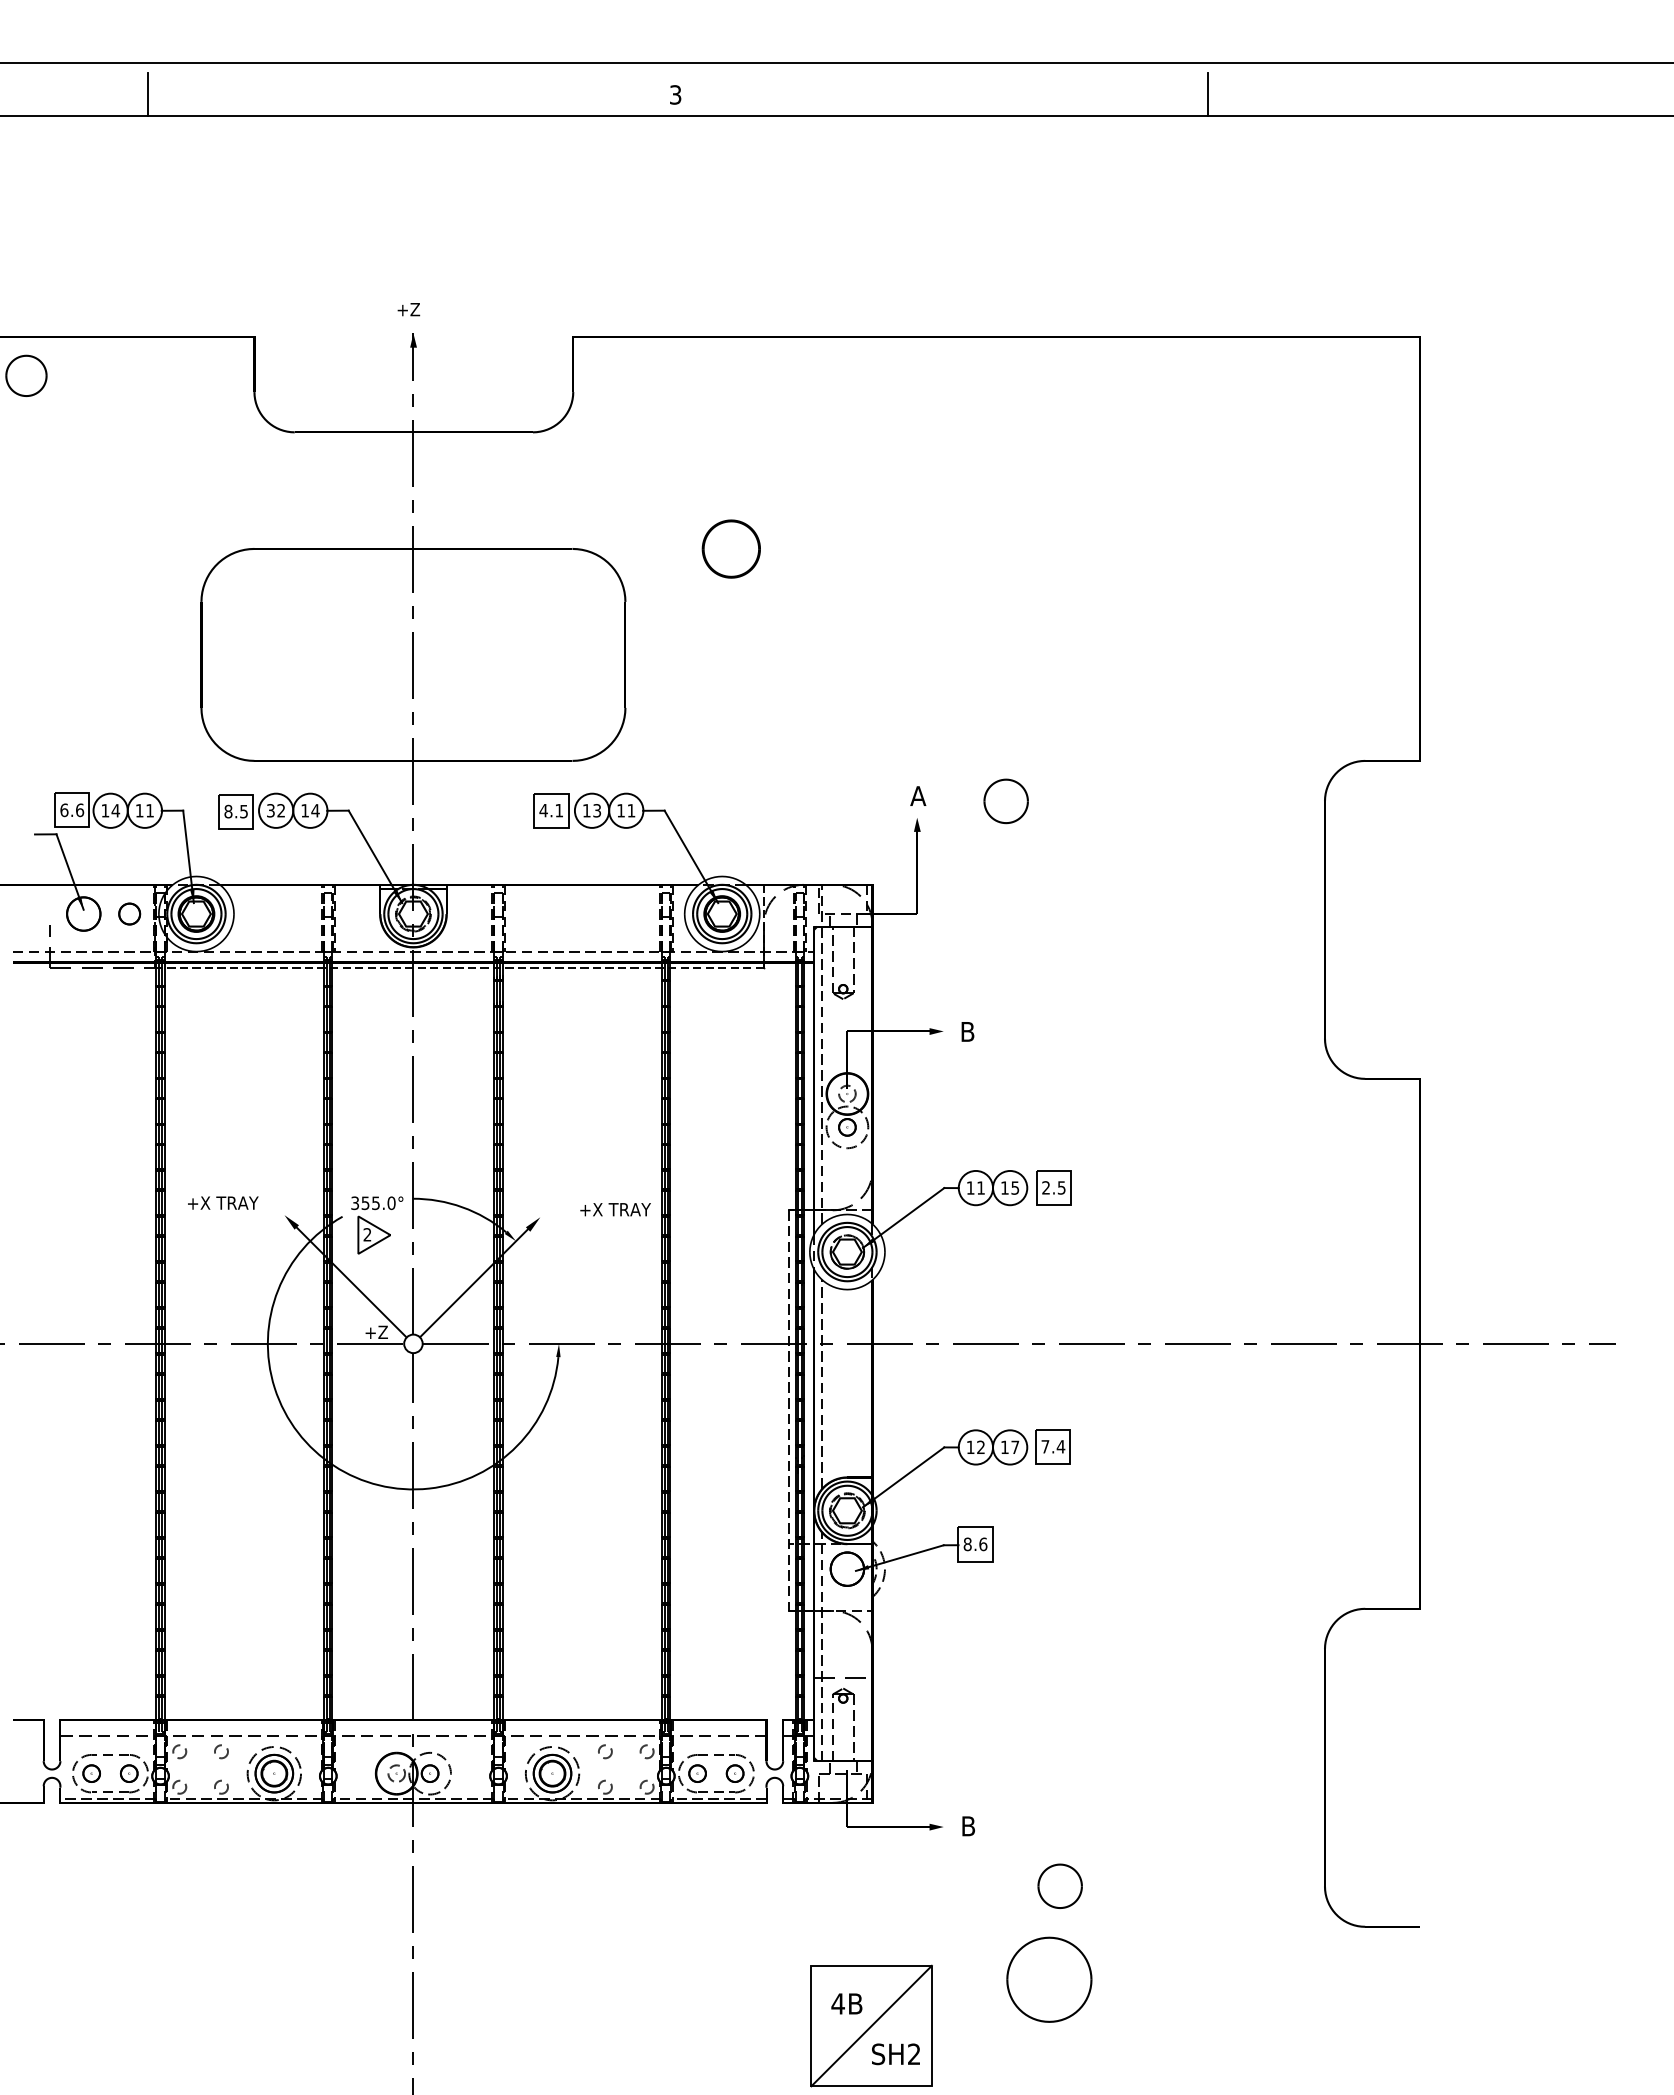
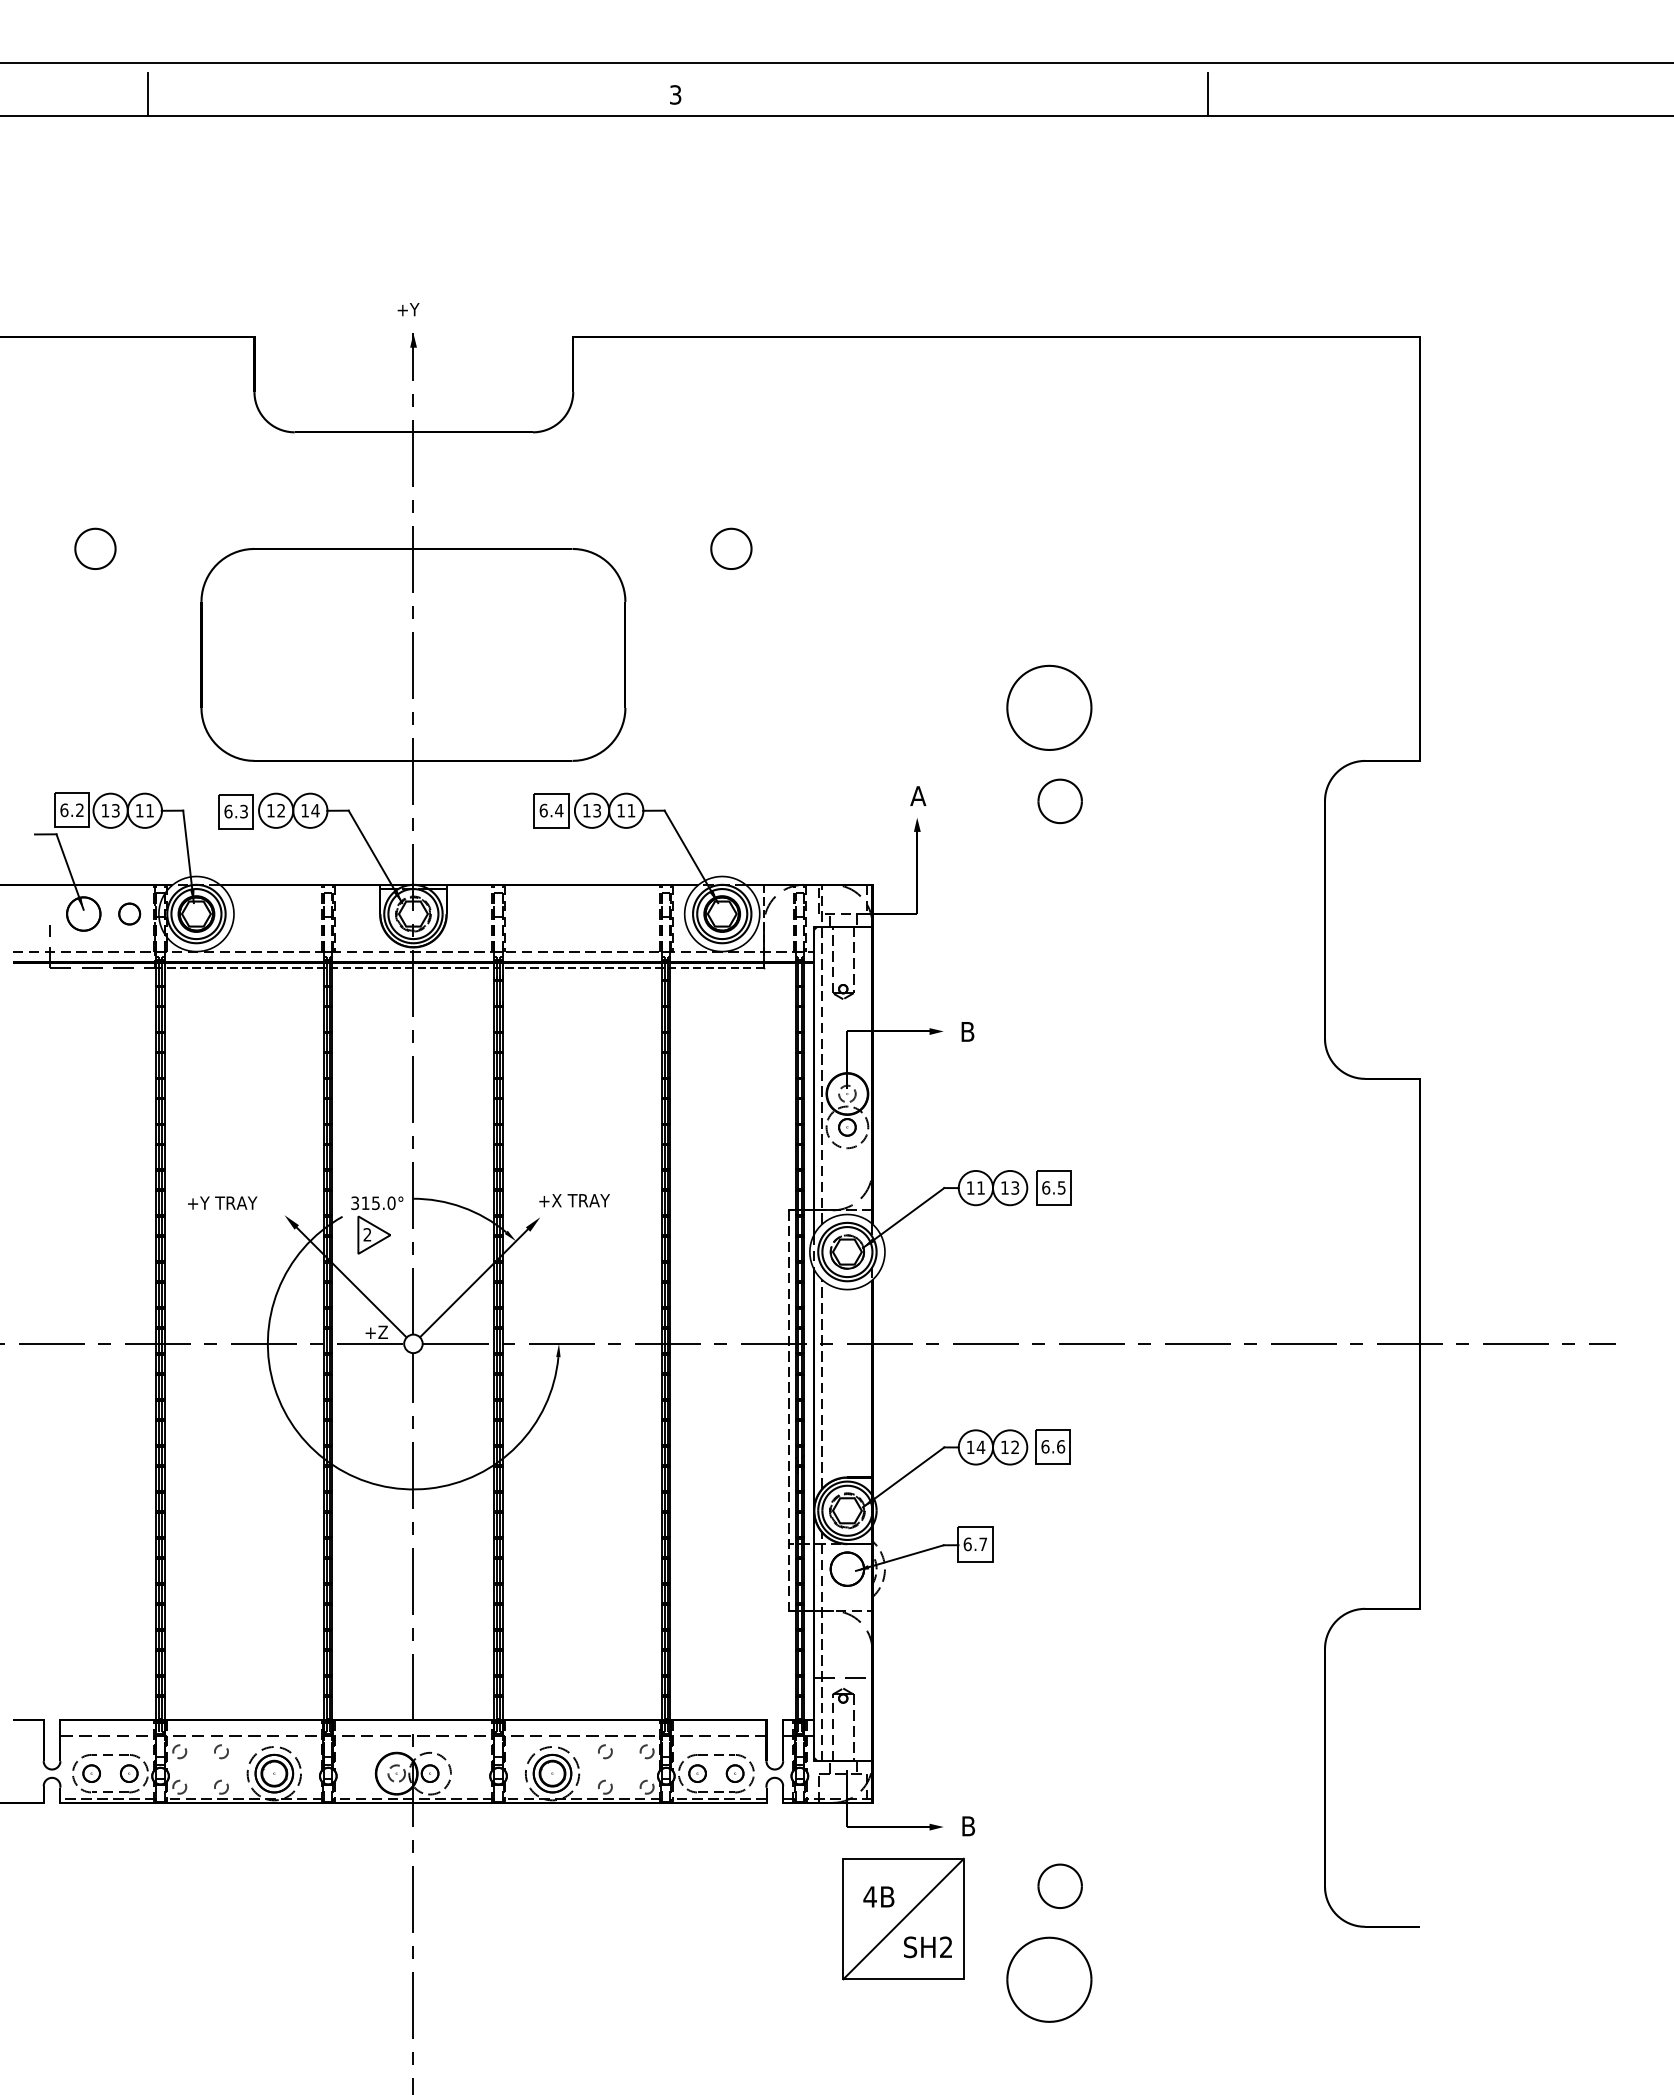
text at (414, 309): +Z -> +Y
part at (26, 375) position: (26, 375) -> (95, 548)
part at (730, 548) size: 60x60 px -> 43x43 px
part at (1049, 707): none -> present
part at (1005, 801) position: (1005, 801) -> (1059, 801)
text at (80, 810): 6.6 -> 6.2
text at (115, 810): 14 -> 13
text at (270, 810): 32 -> 12
text at (551, 810): 4.1 -> 6.4
text at (235, 811): 8.5 -> 6.3
text at (1015, 1187): 15 -> 13
text at (1046, 1187): 2.5 -> 6.5
text at (229, 1202): +X TRAY -> +Y TRAY
text at (365, 1203): 355.0° -> 315.0°
text at (615, 1209) position: (615, 1209) -> (574, 1200)
text at (980, 1446): 12 -> 14
text at (1015, 1446): 17 -> 12
text at (1053, 1446): 7.4 -> 6.6
text at (975, 1544): 8.6 -> 6.7
part at (871, 2025) position: (871, 2025) -> (903, 1918)
